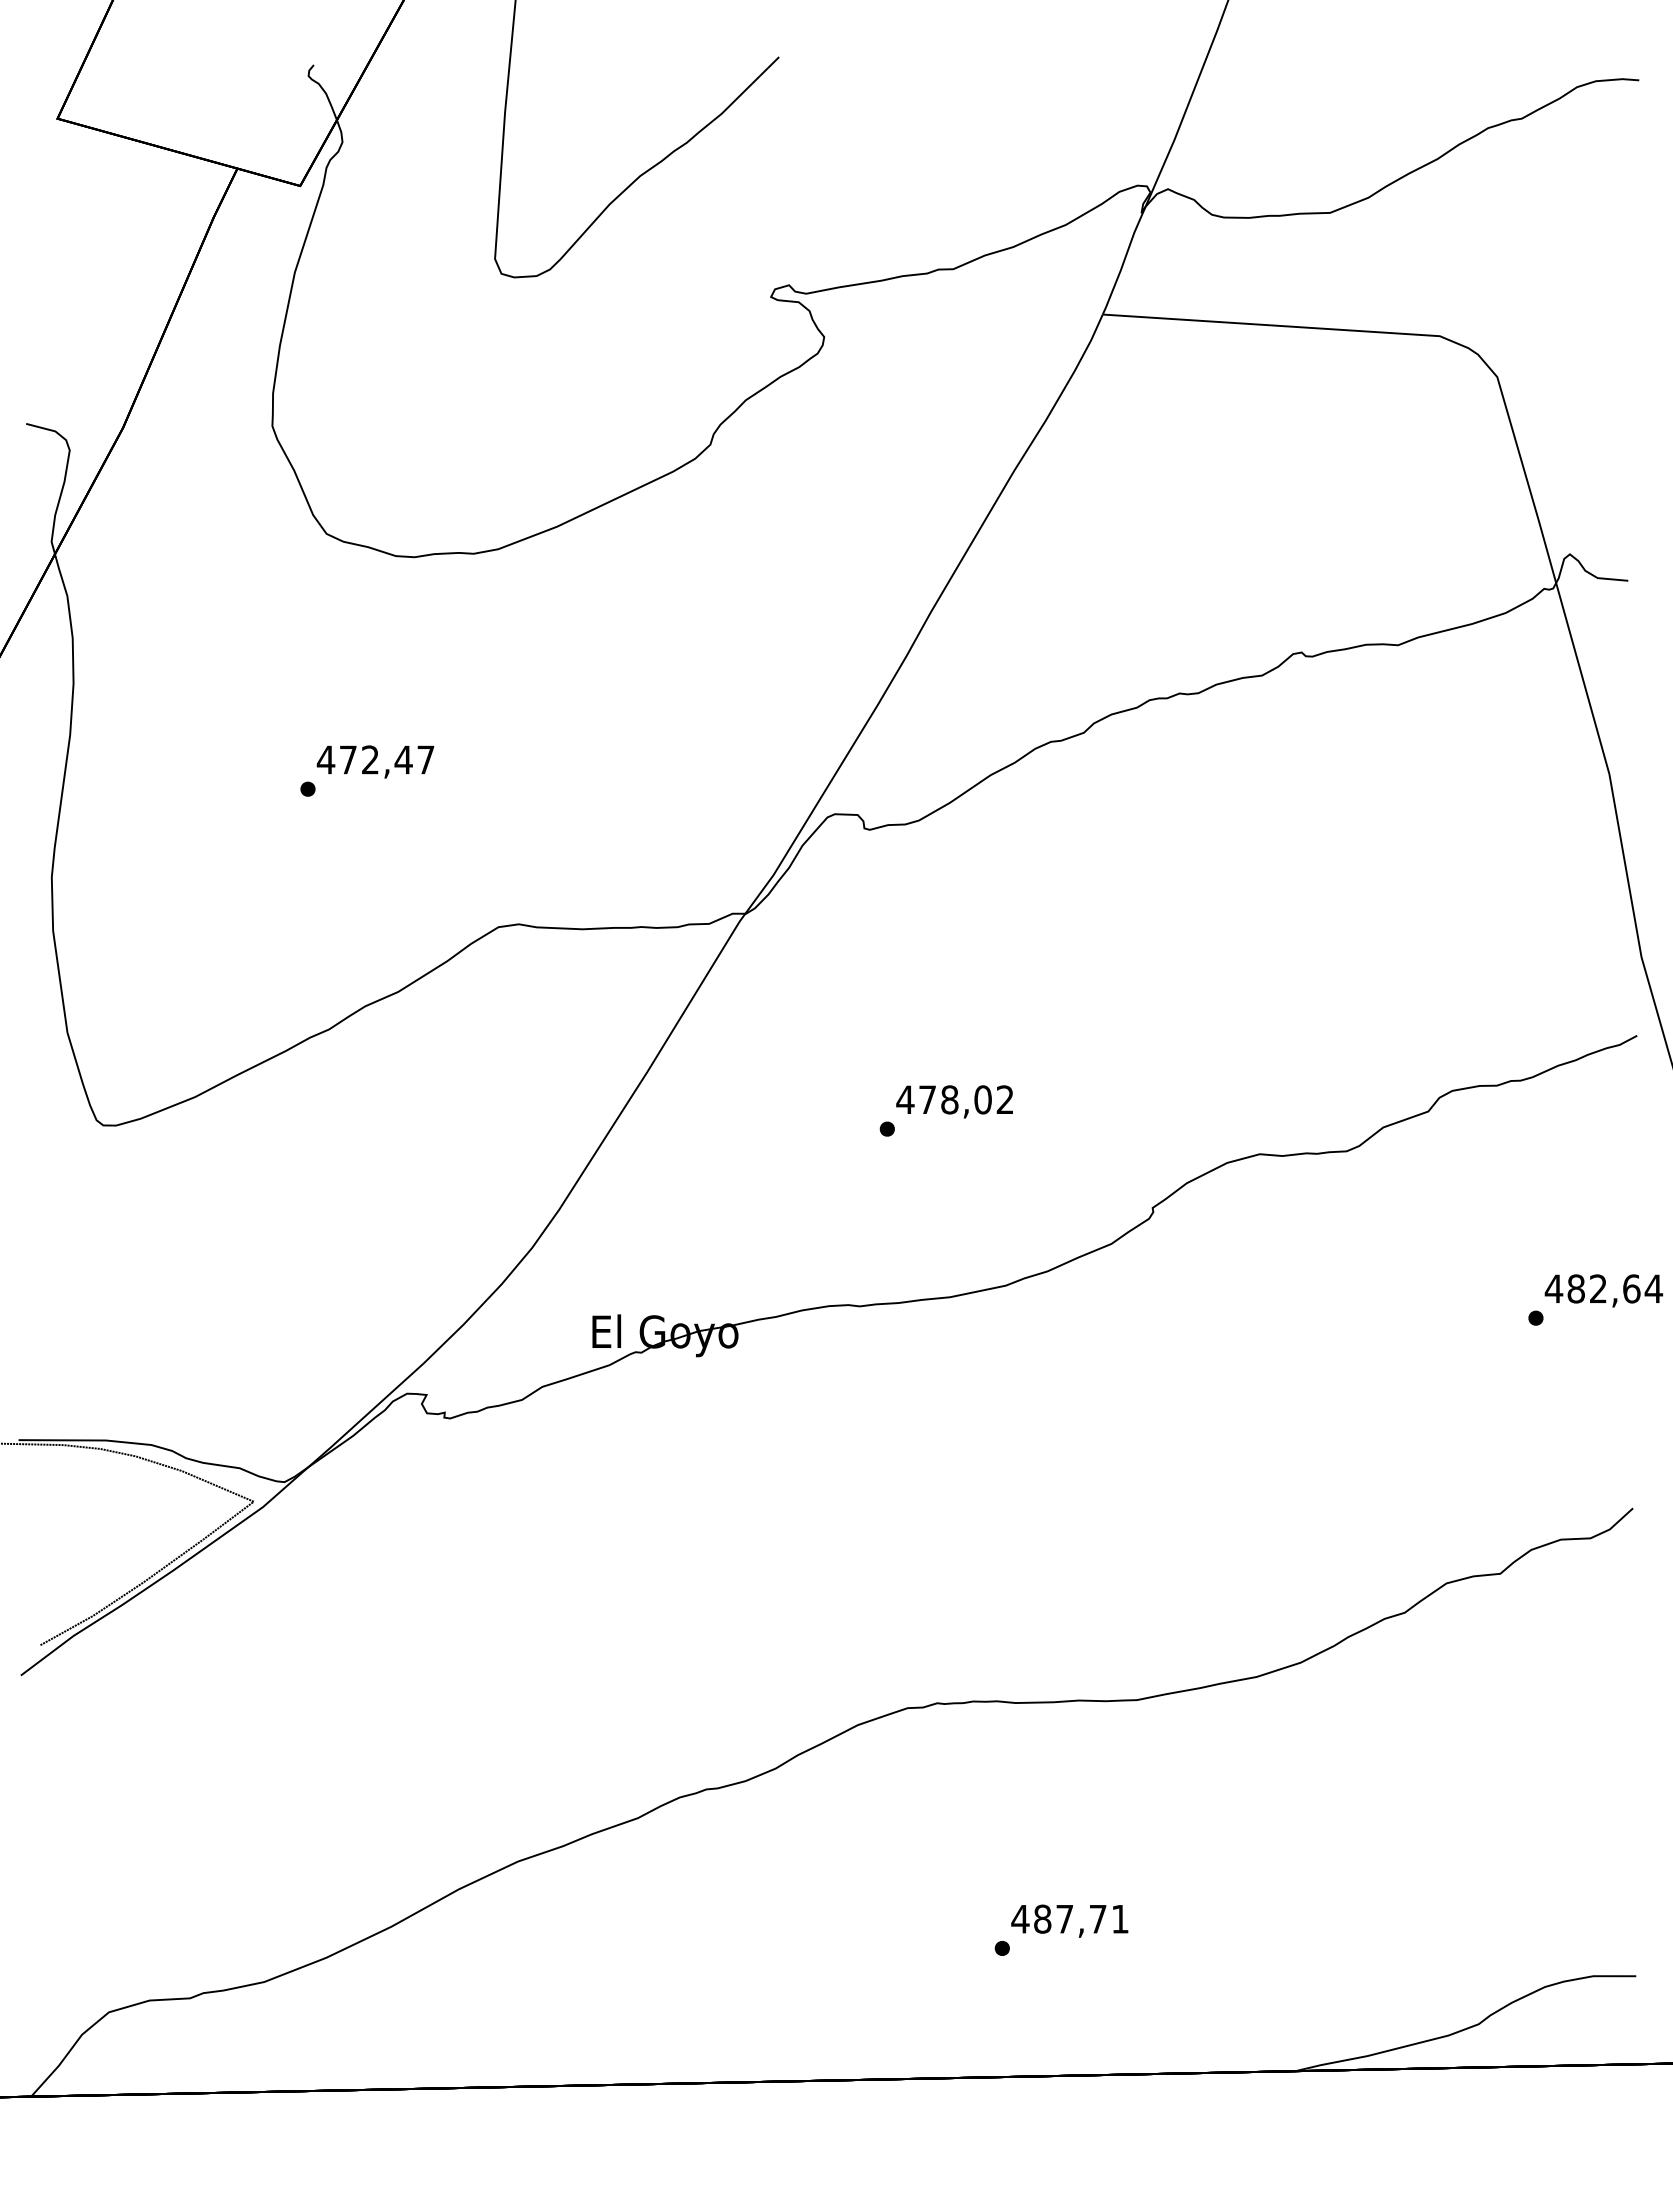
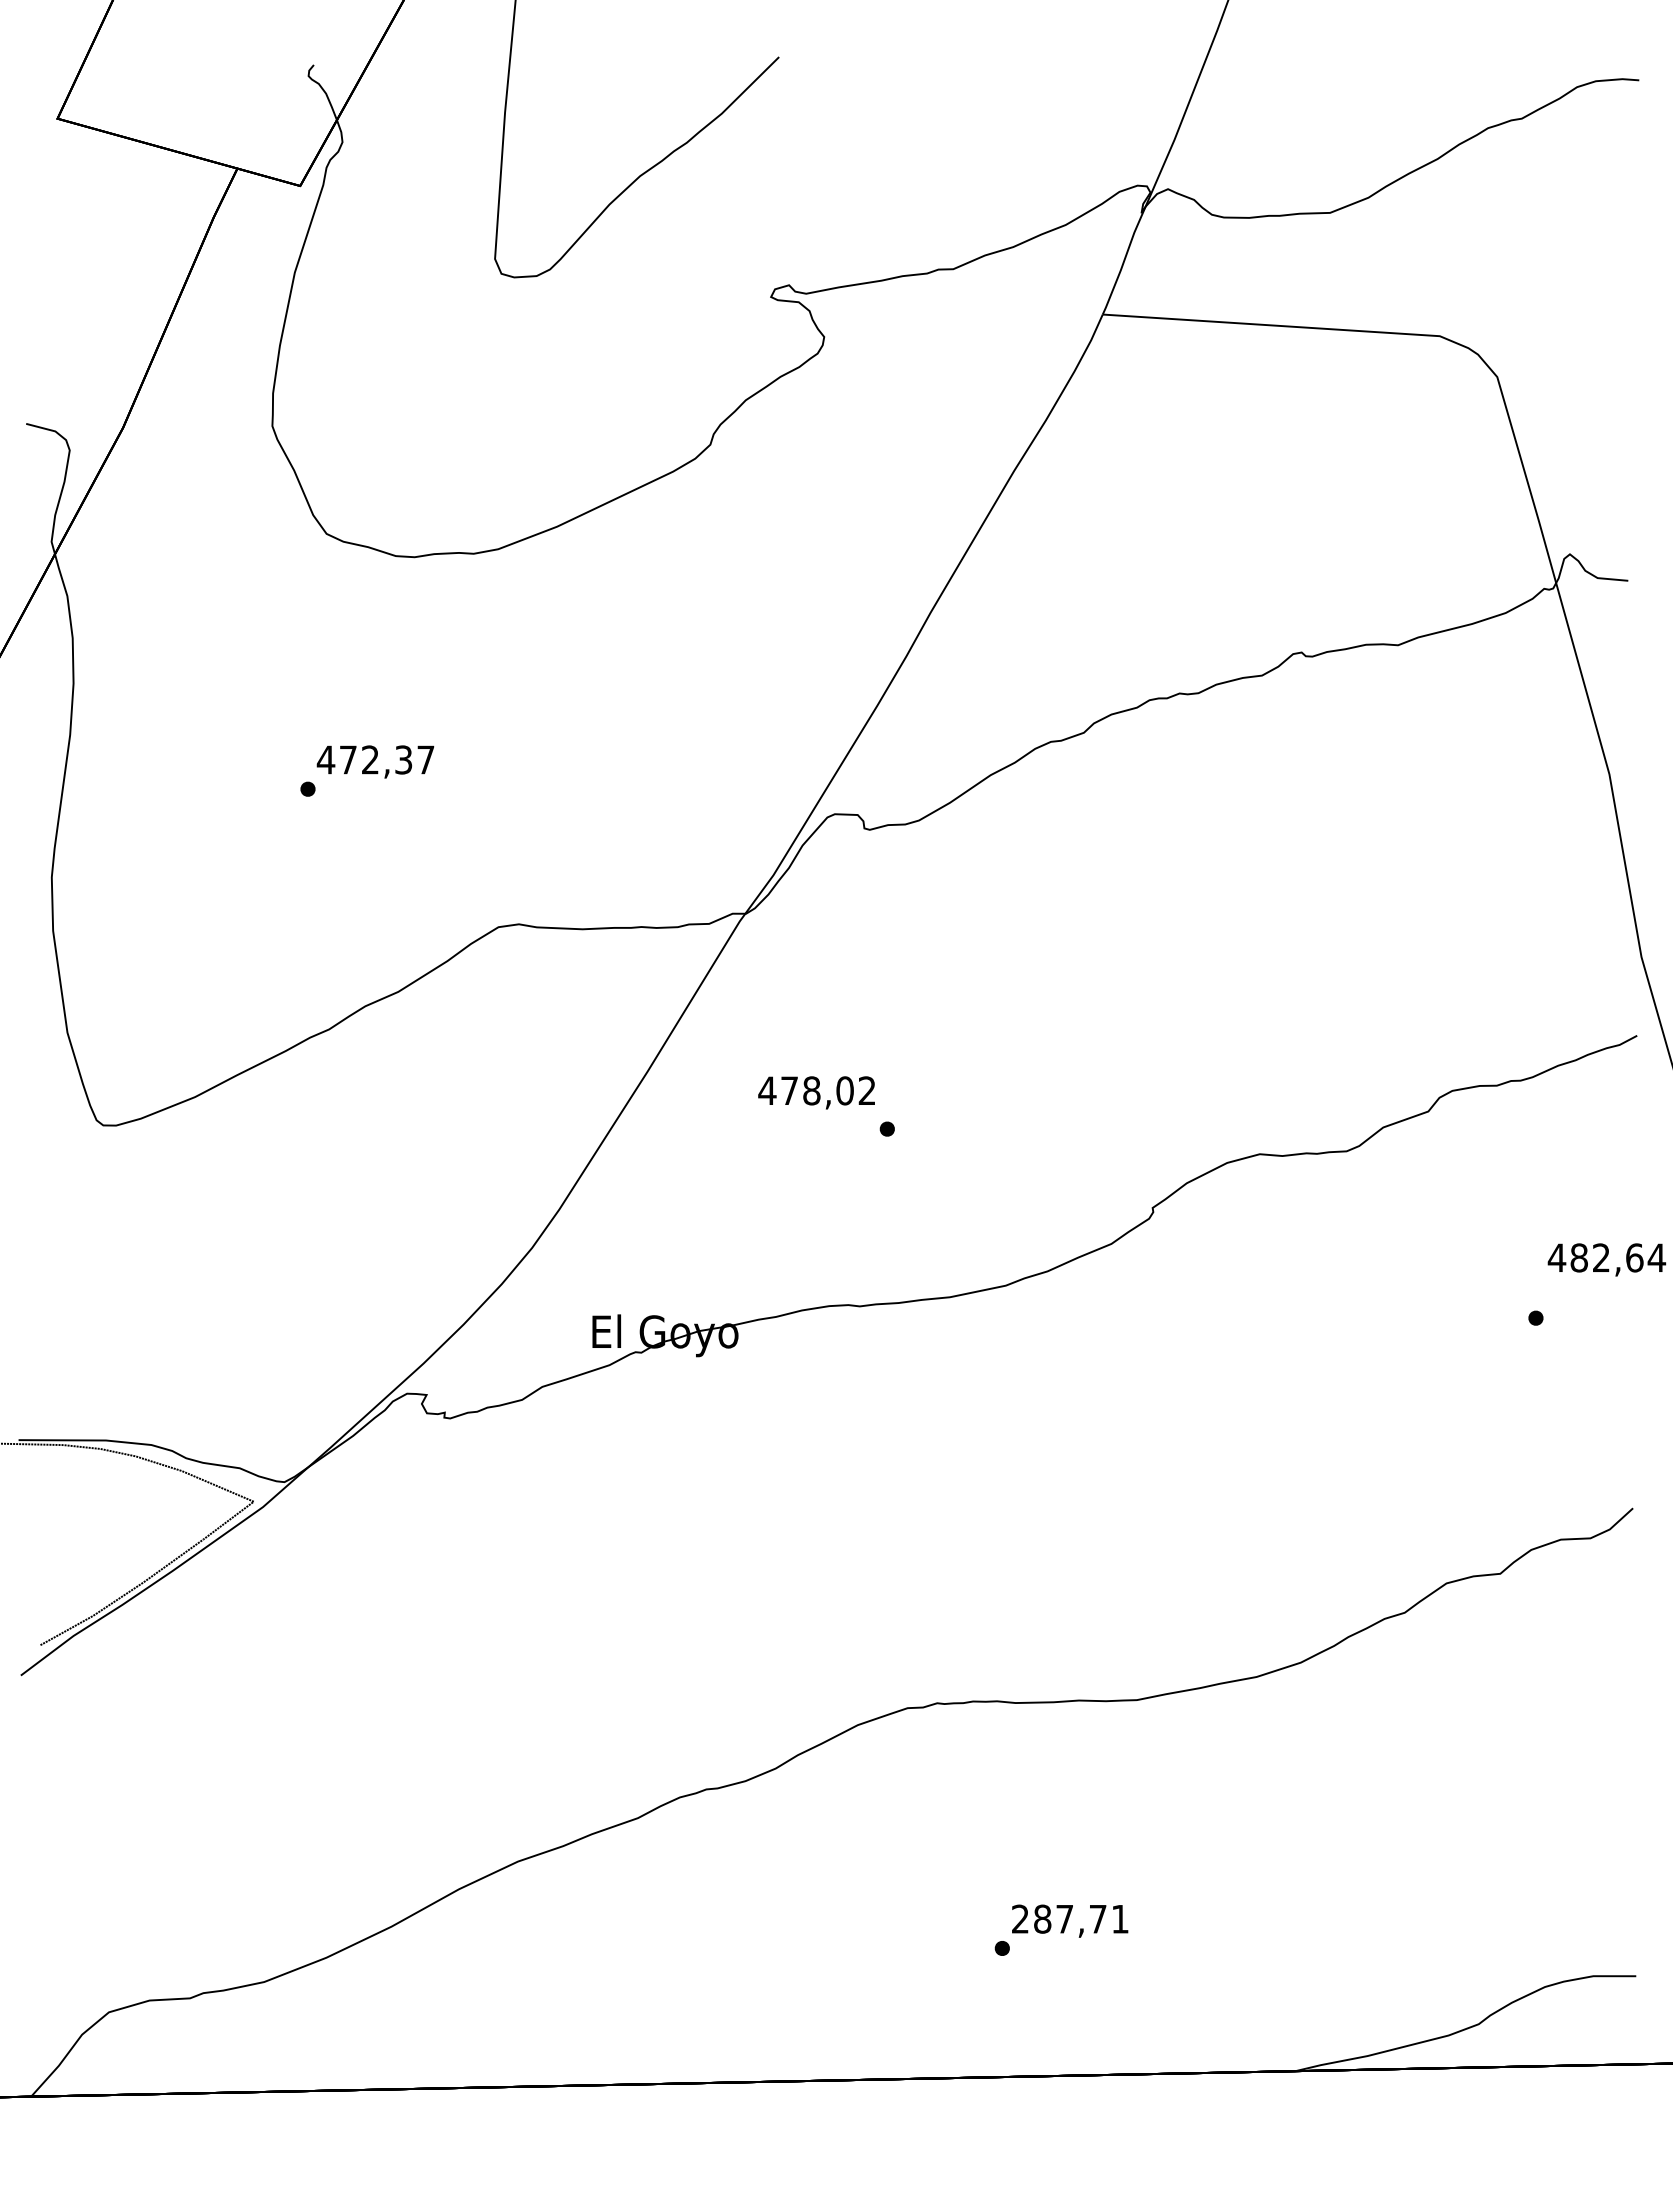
text at (403, 759): 472,47 -> 472,37
text at (954, 1101) position: (954, 1101) -> (816, 1092)
text at (1603, 1290) position: (1603, 1290) -> (1606, 1259)
text at (1020, 1918): 487,71 -> 287,71
